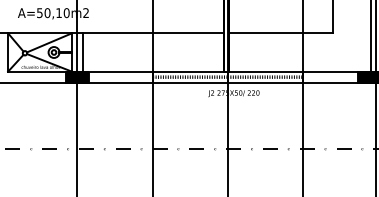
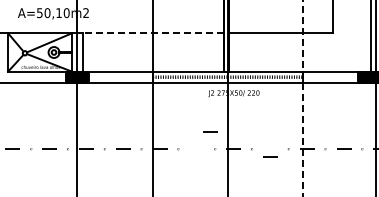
line at (153, 33): solid -> dashed
line at (302, 98): solid -> dashed
line at (196, 148) position: (196, 148) -> (210, 131)
line at (270, 148) position: (270, 148) -> (270, 156)
